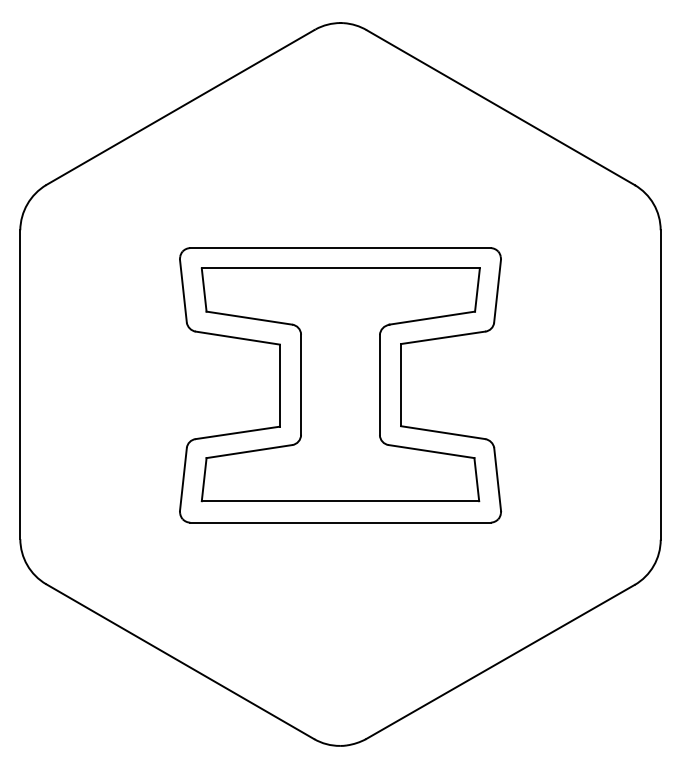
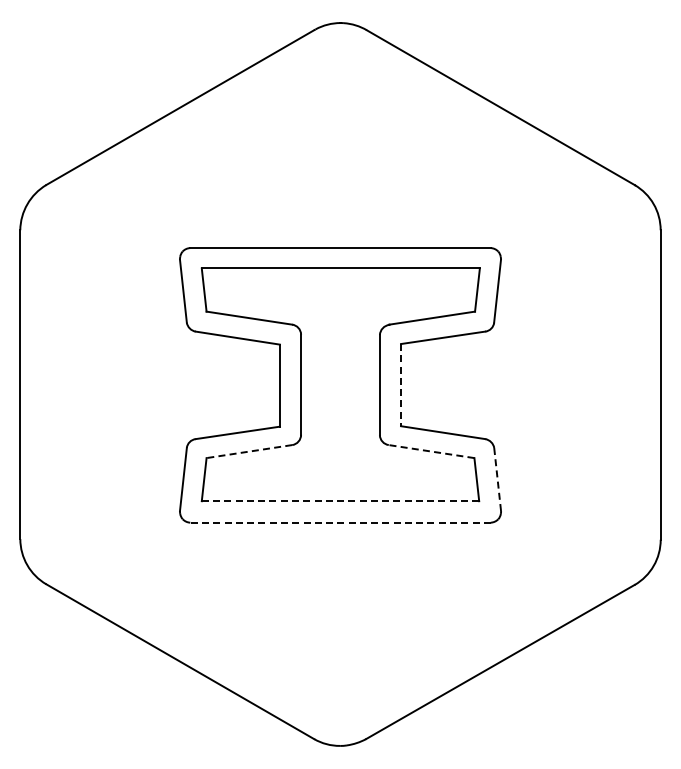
line at (401, 385): solid -> dashed
line at (248, 451): solid -> dashed
line at (431, 451): solid -> dashed
line at (497, 479): solid -> dashed
line at (340, 501): solid -> dashed
line at (340, 522): solid -> dashed
